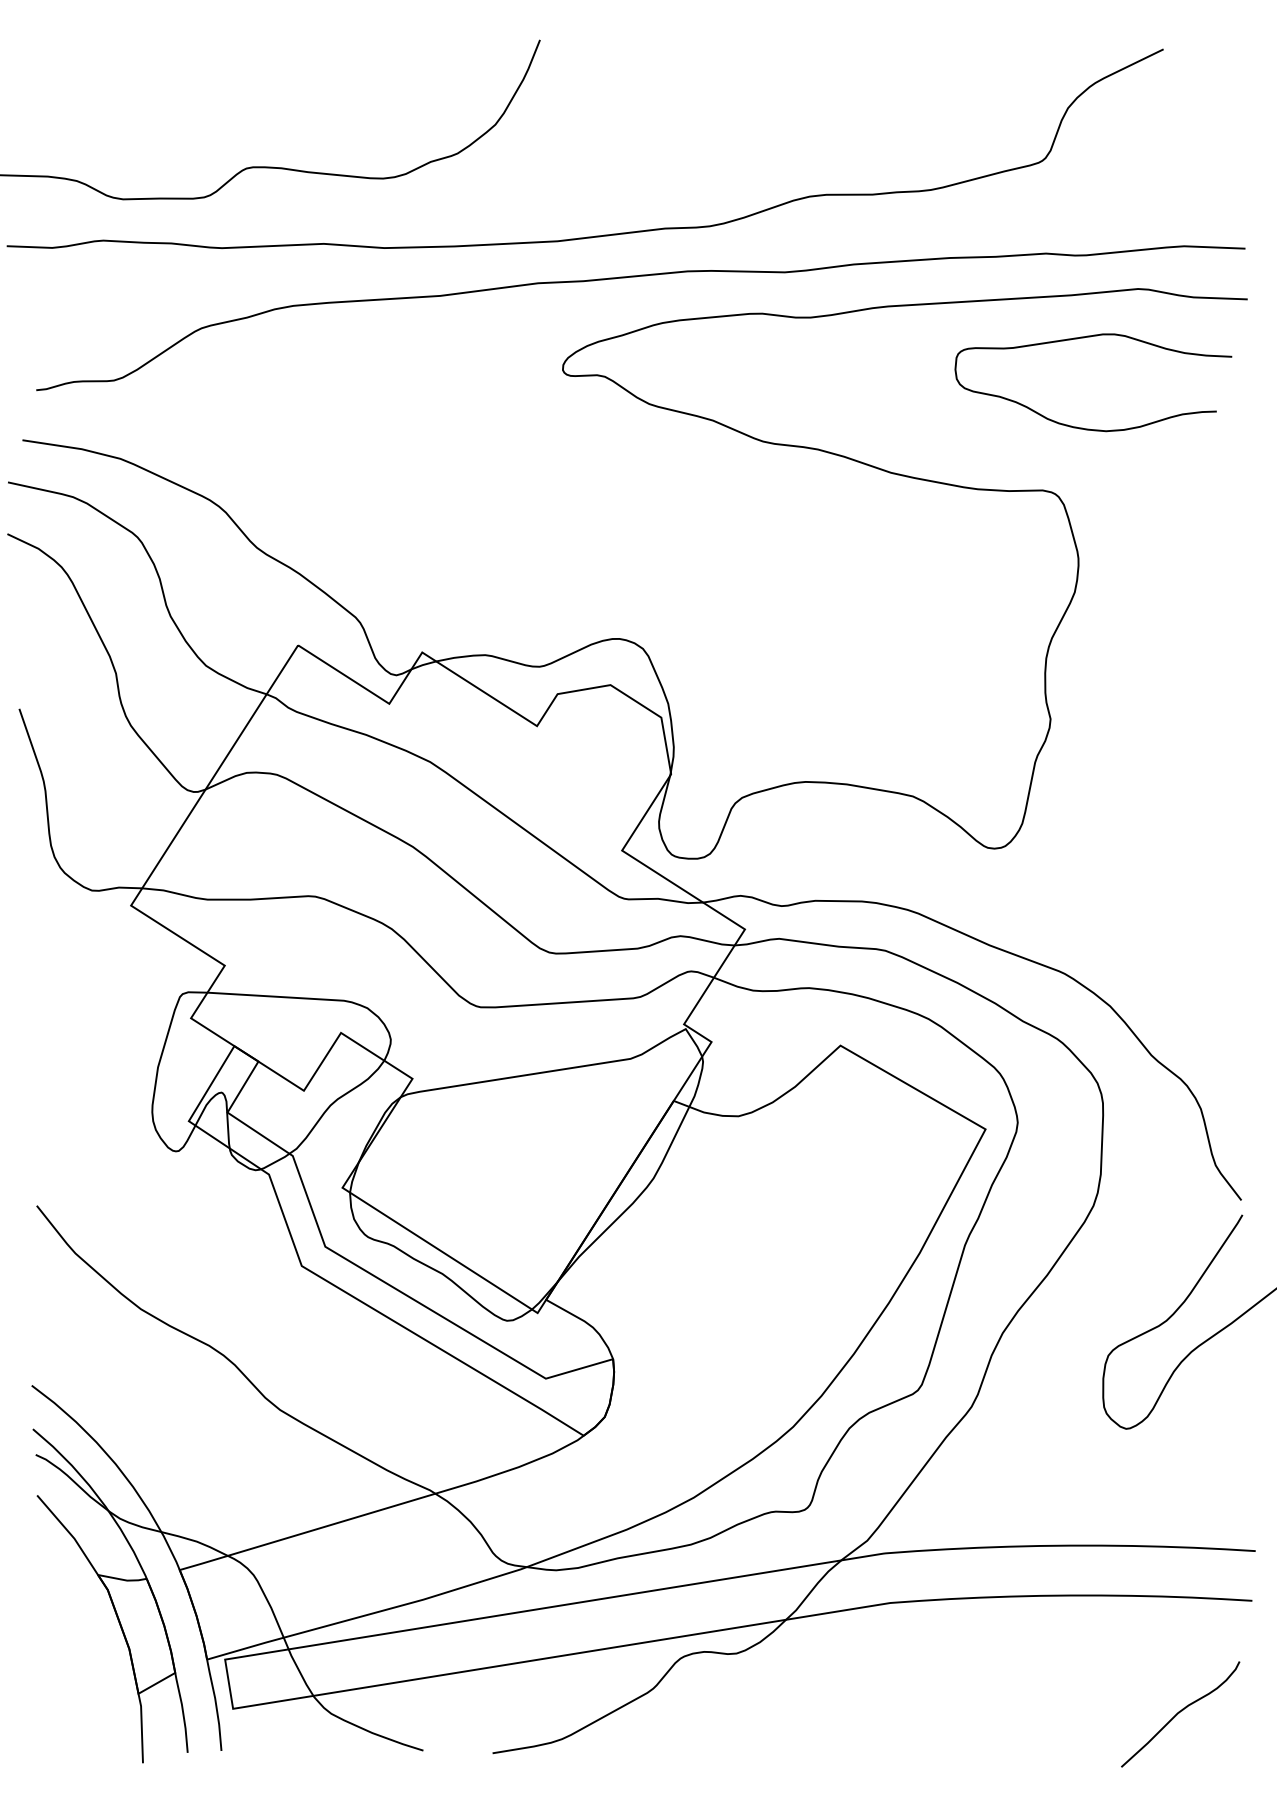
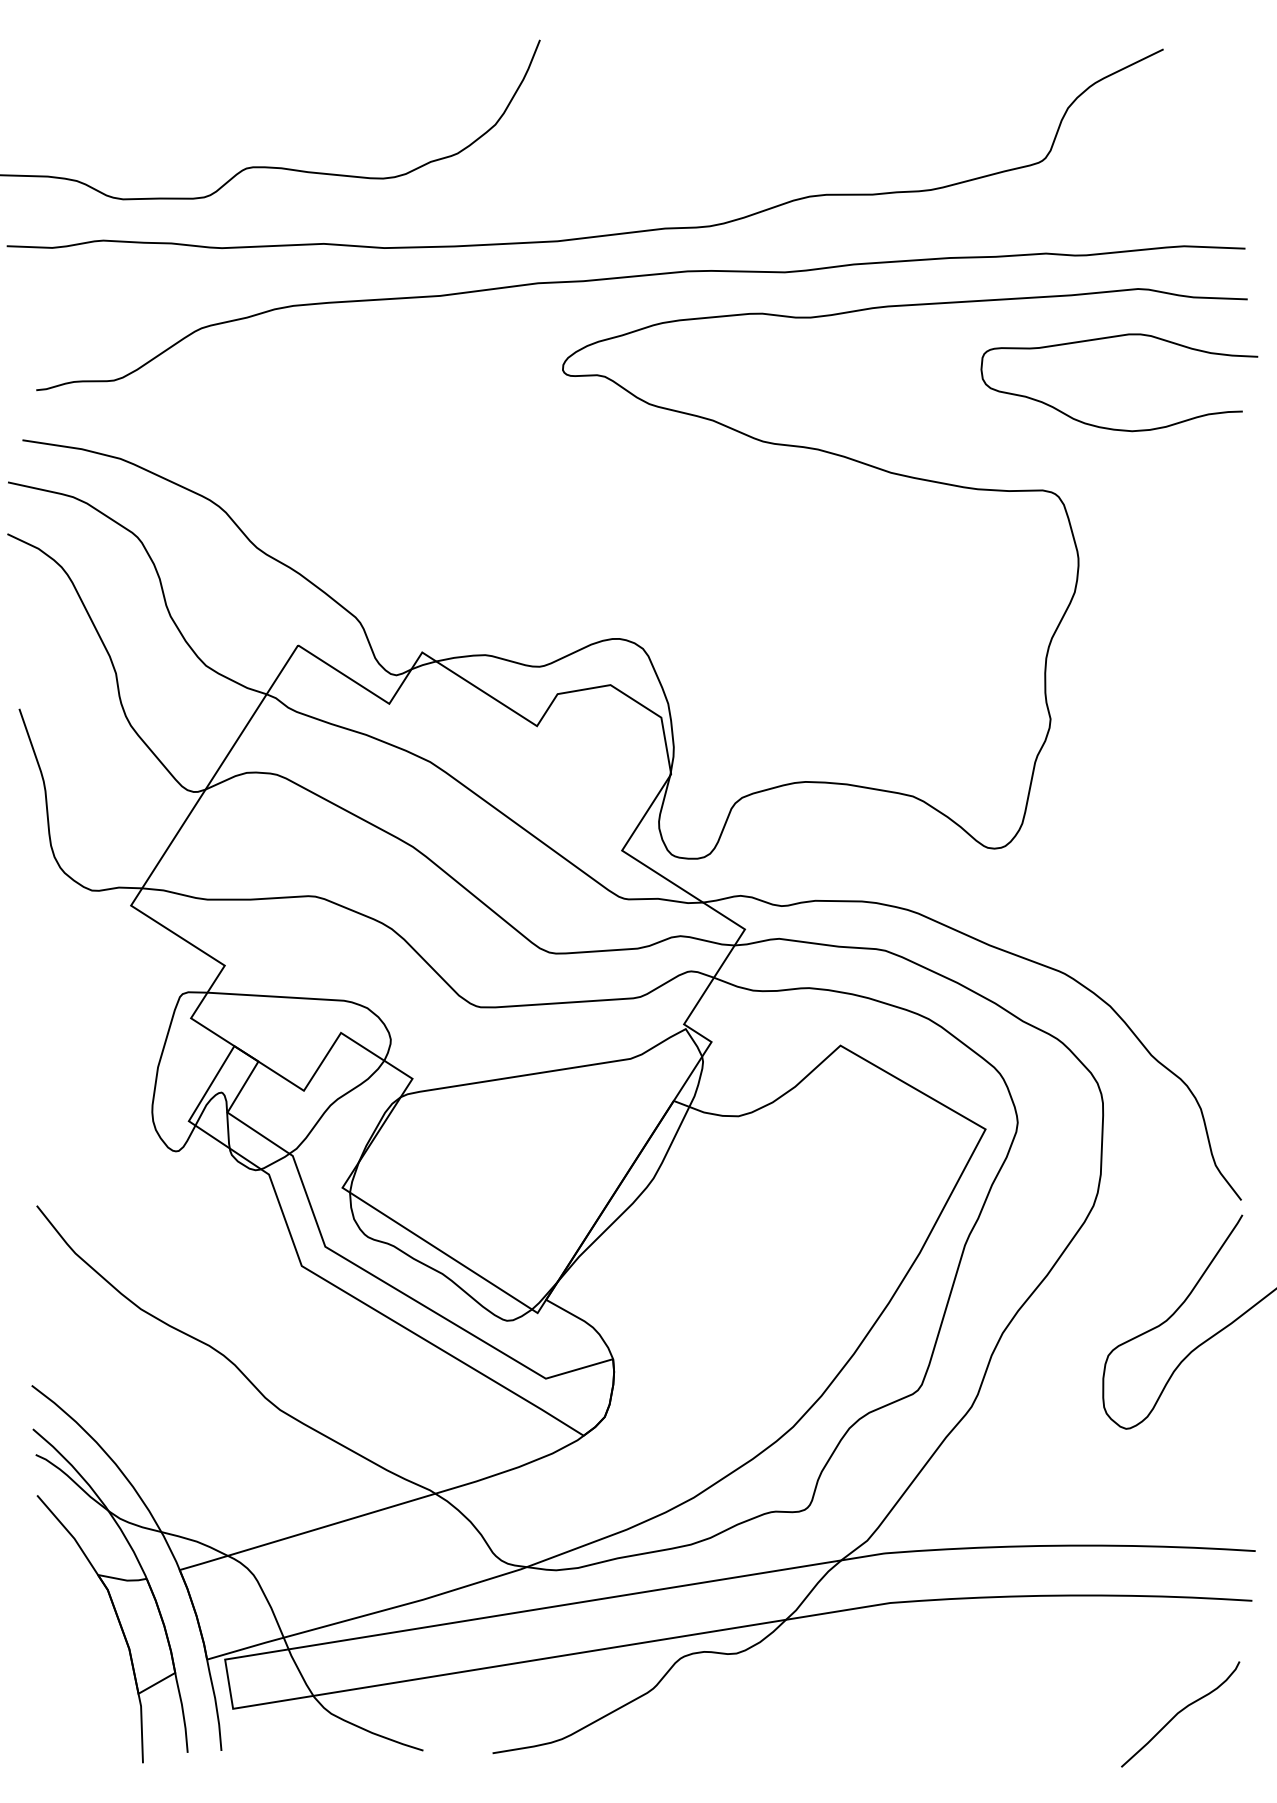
curve at (1084, 338) position: (1084, 338) -> (1110, 338)
